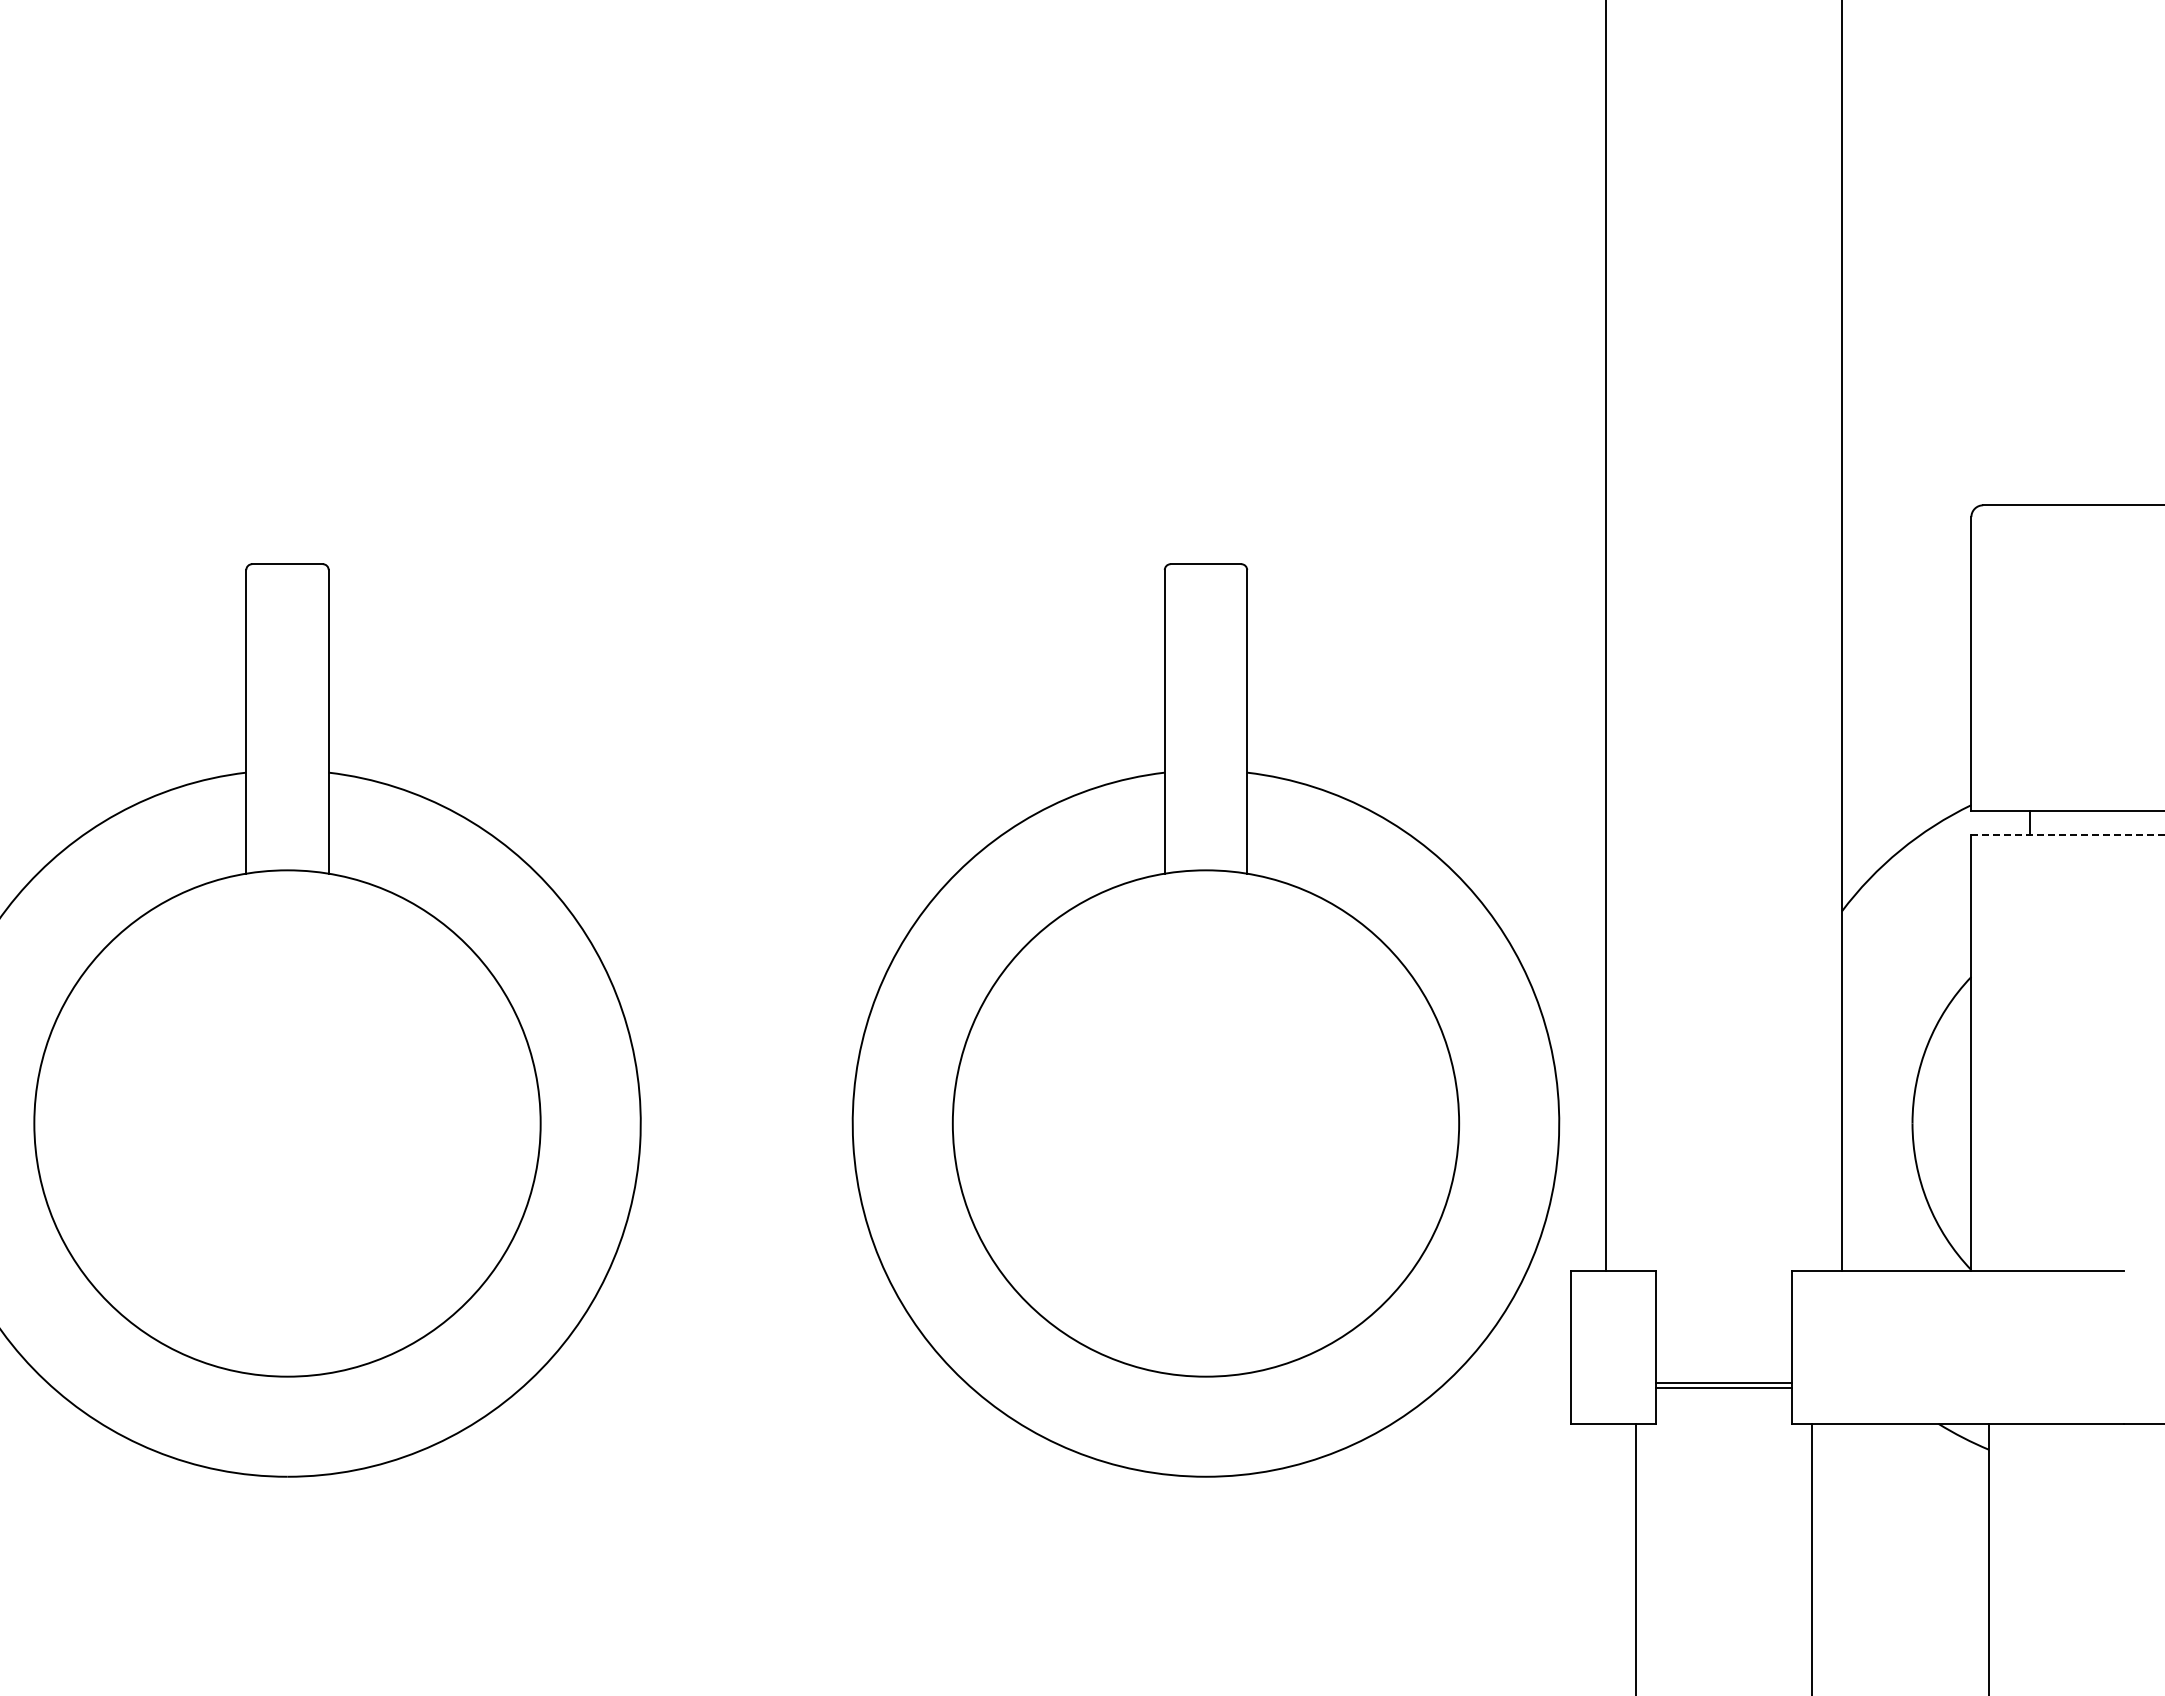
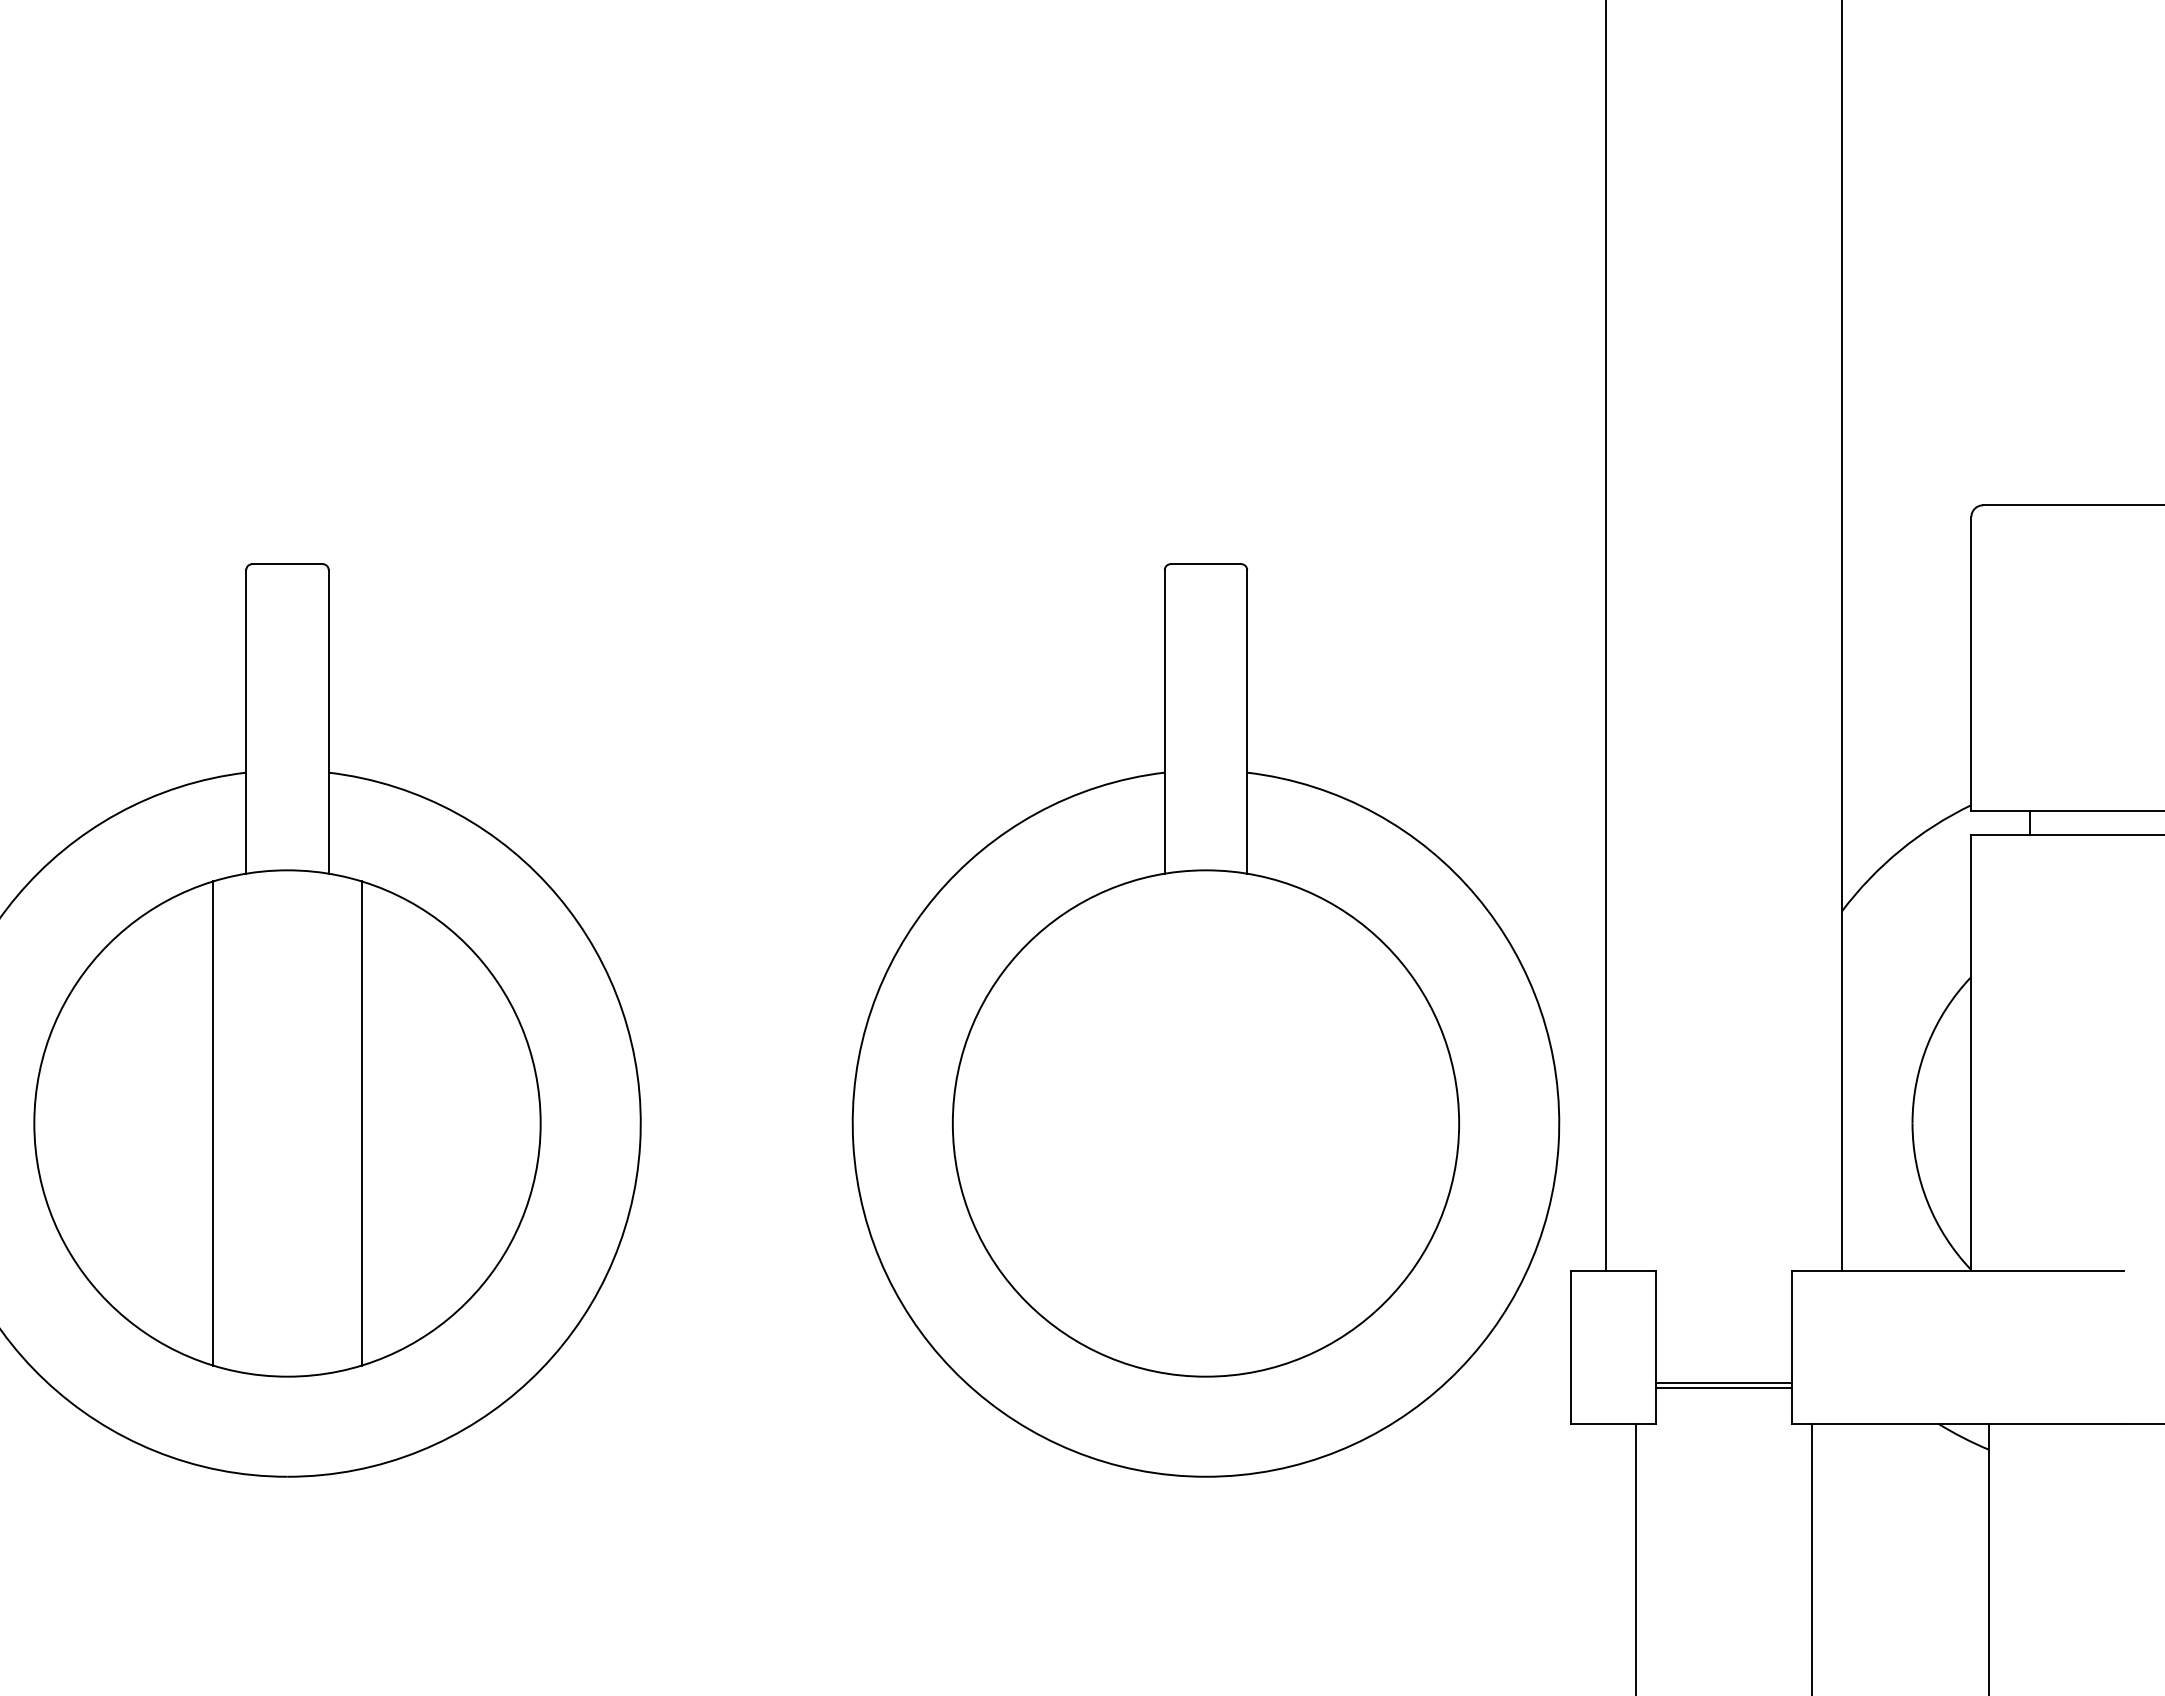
line at (2068, 835): dashed -> solid
line at (213, 1123): none -> present
line at (361, 1123): none -> present
